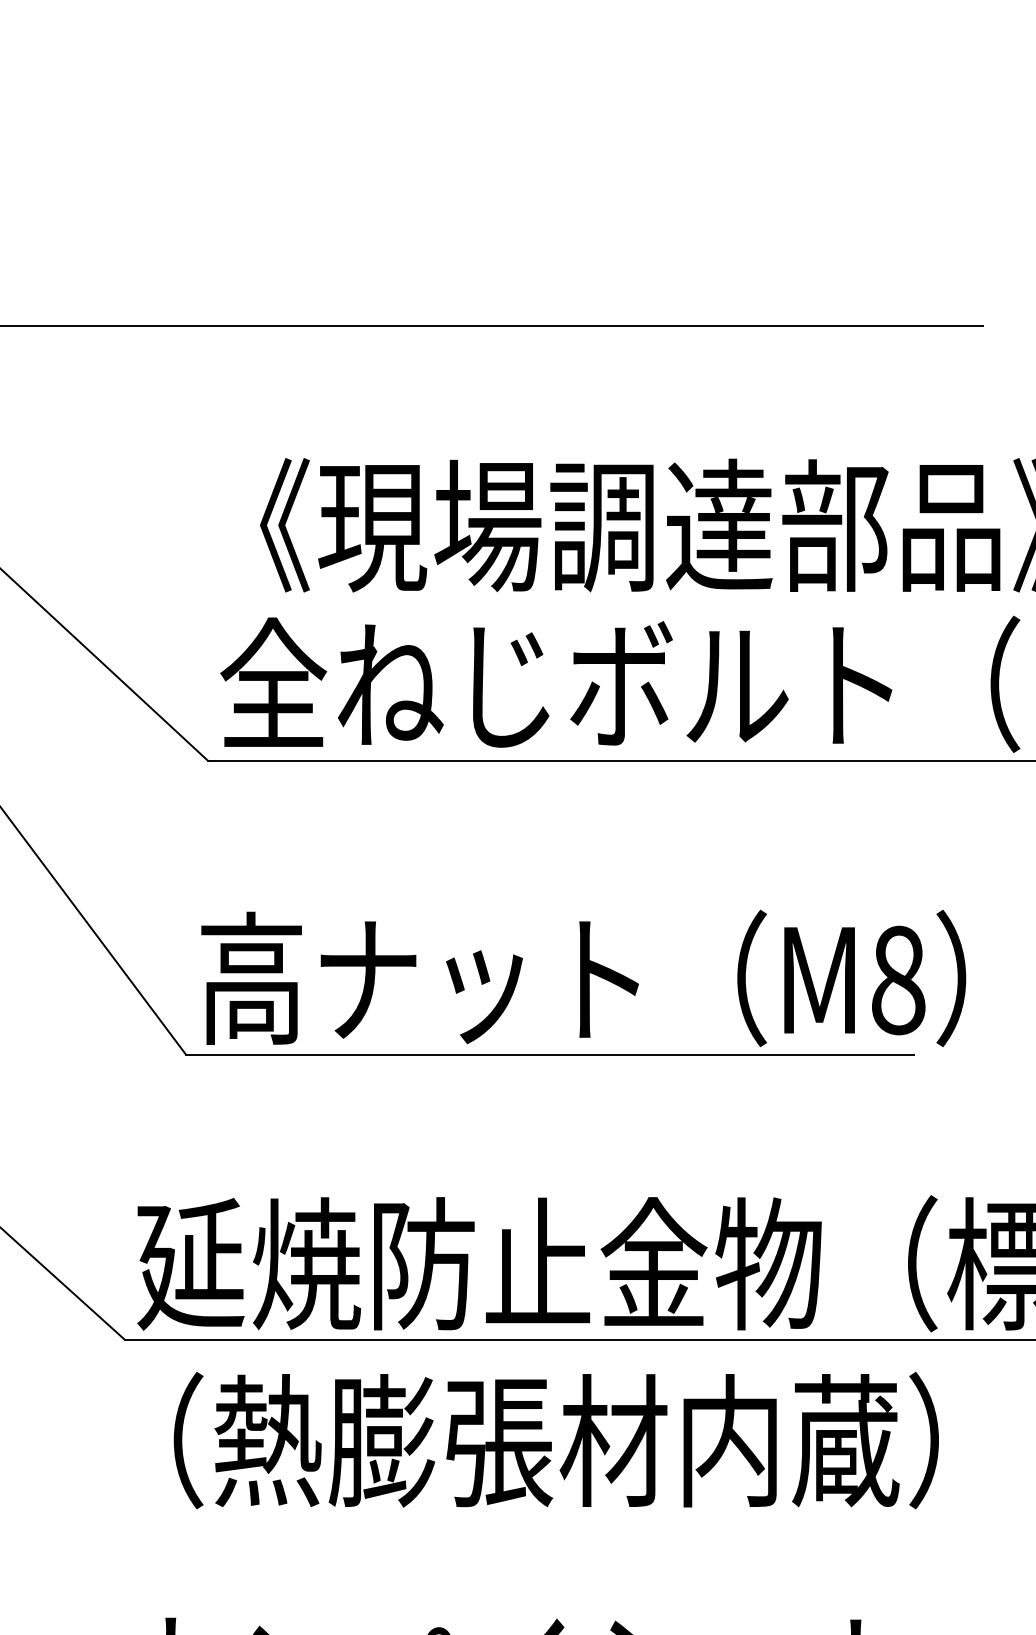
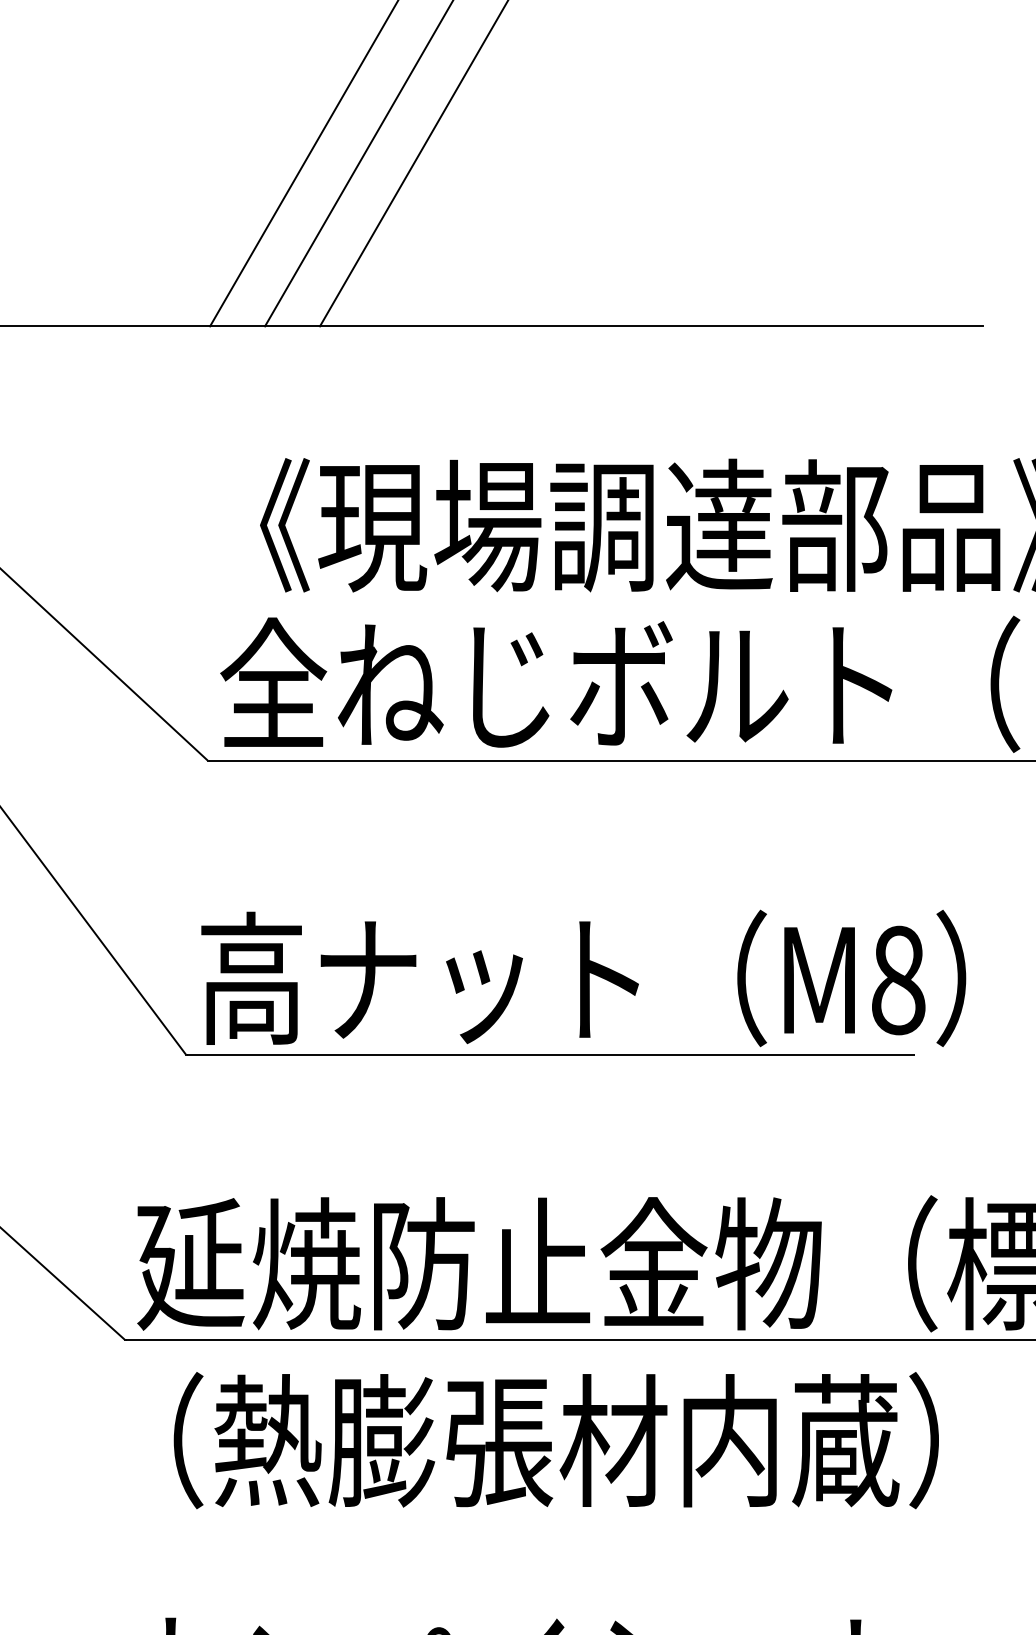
line at (303, 164): none -> present
line at (358, 164): none -> present
line at (413, 164): none -> present
